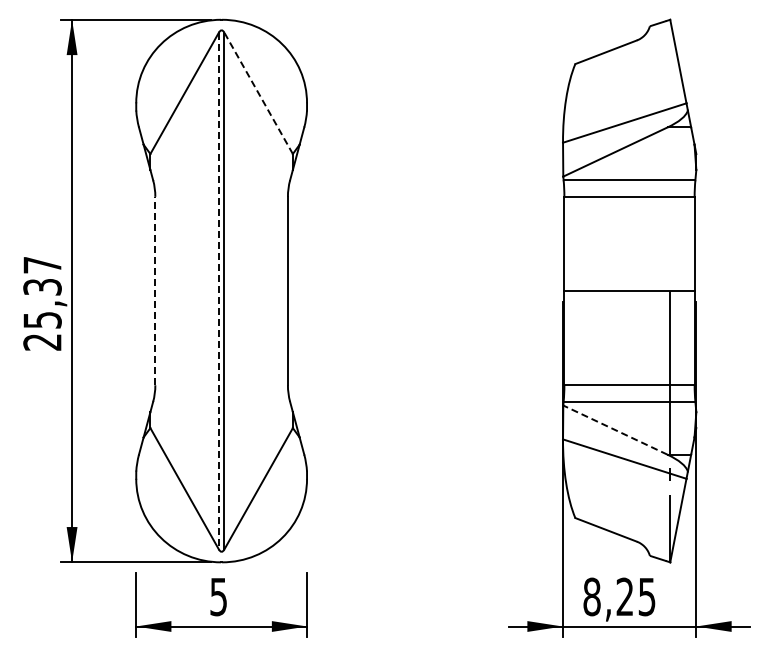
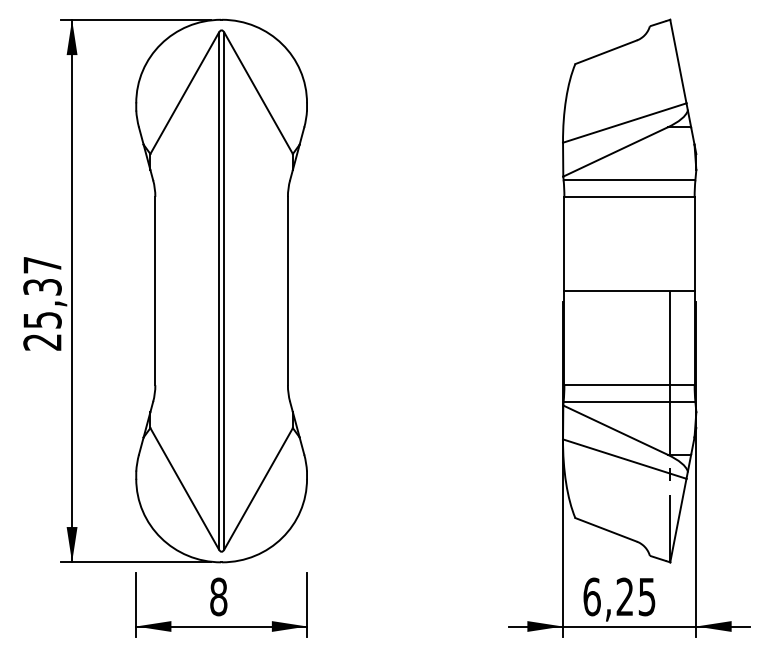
line at (258, 93): dashed -> solid
line at (155, 290): dashed -> solid
line at (218, 291): dashed -> solid
line at (615, 430): dashed -> solid
text at (218, 596): 5 -> 8
text at (591, 596): 8,25 -> 6,25
